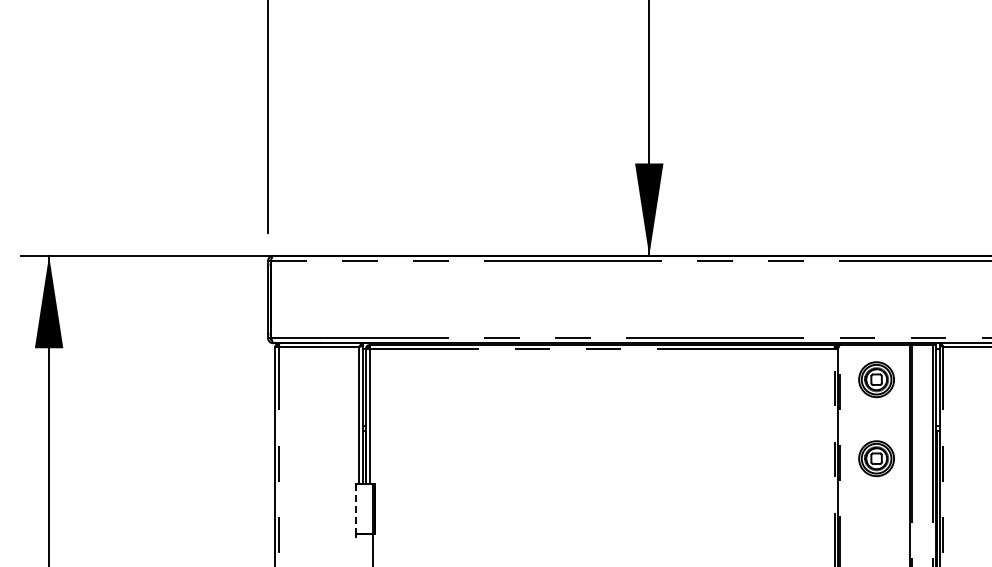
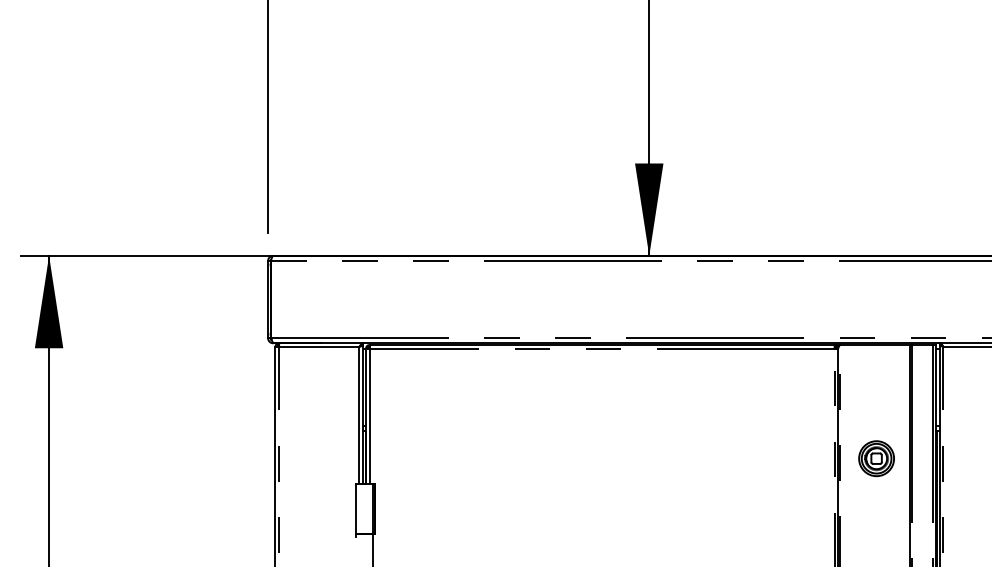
part at (876, 379): present -> none
line at (355, 509): dashed -> solid
